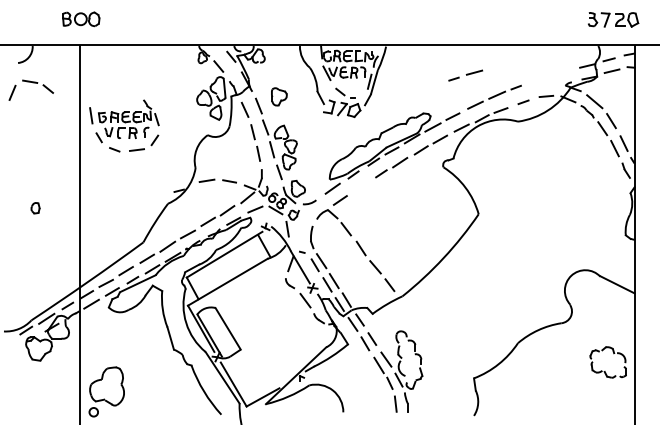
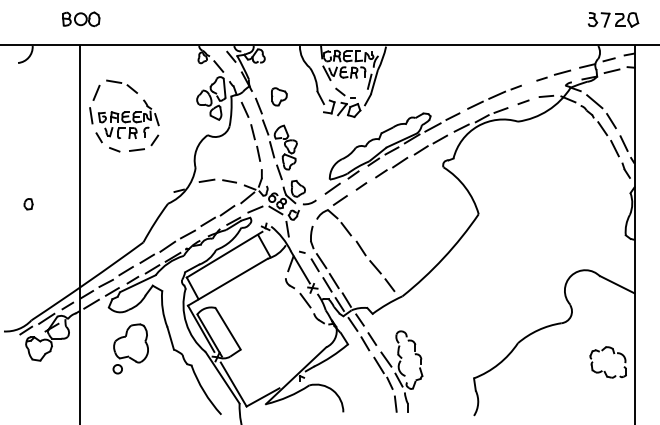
part at (465, 75) position: (465, 75) -> (553, 75)
part at (32, 83) position: (32, 83) -> (116, 83)
line at (361, 186): none -> present
part at (35, 208) position: (35, 208) -> (28, 204)
part at (106, 391) position: (106, 391) -> (130, 348)
